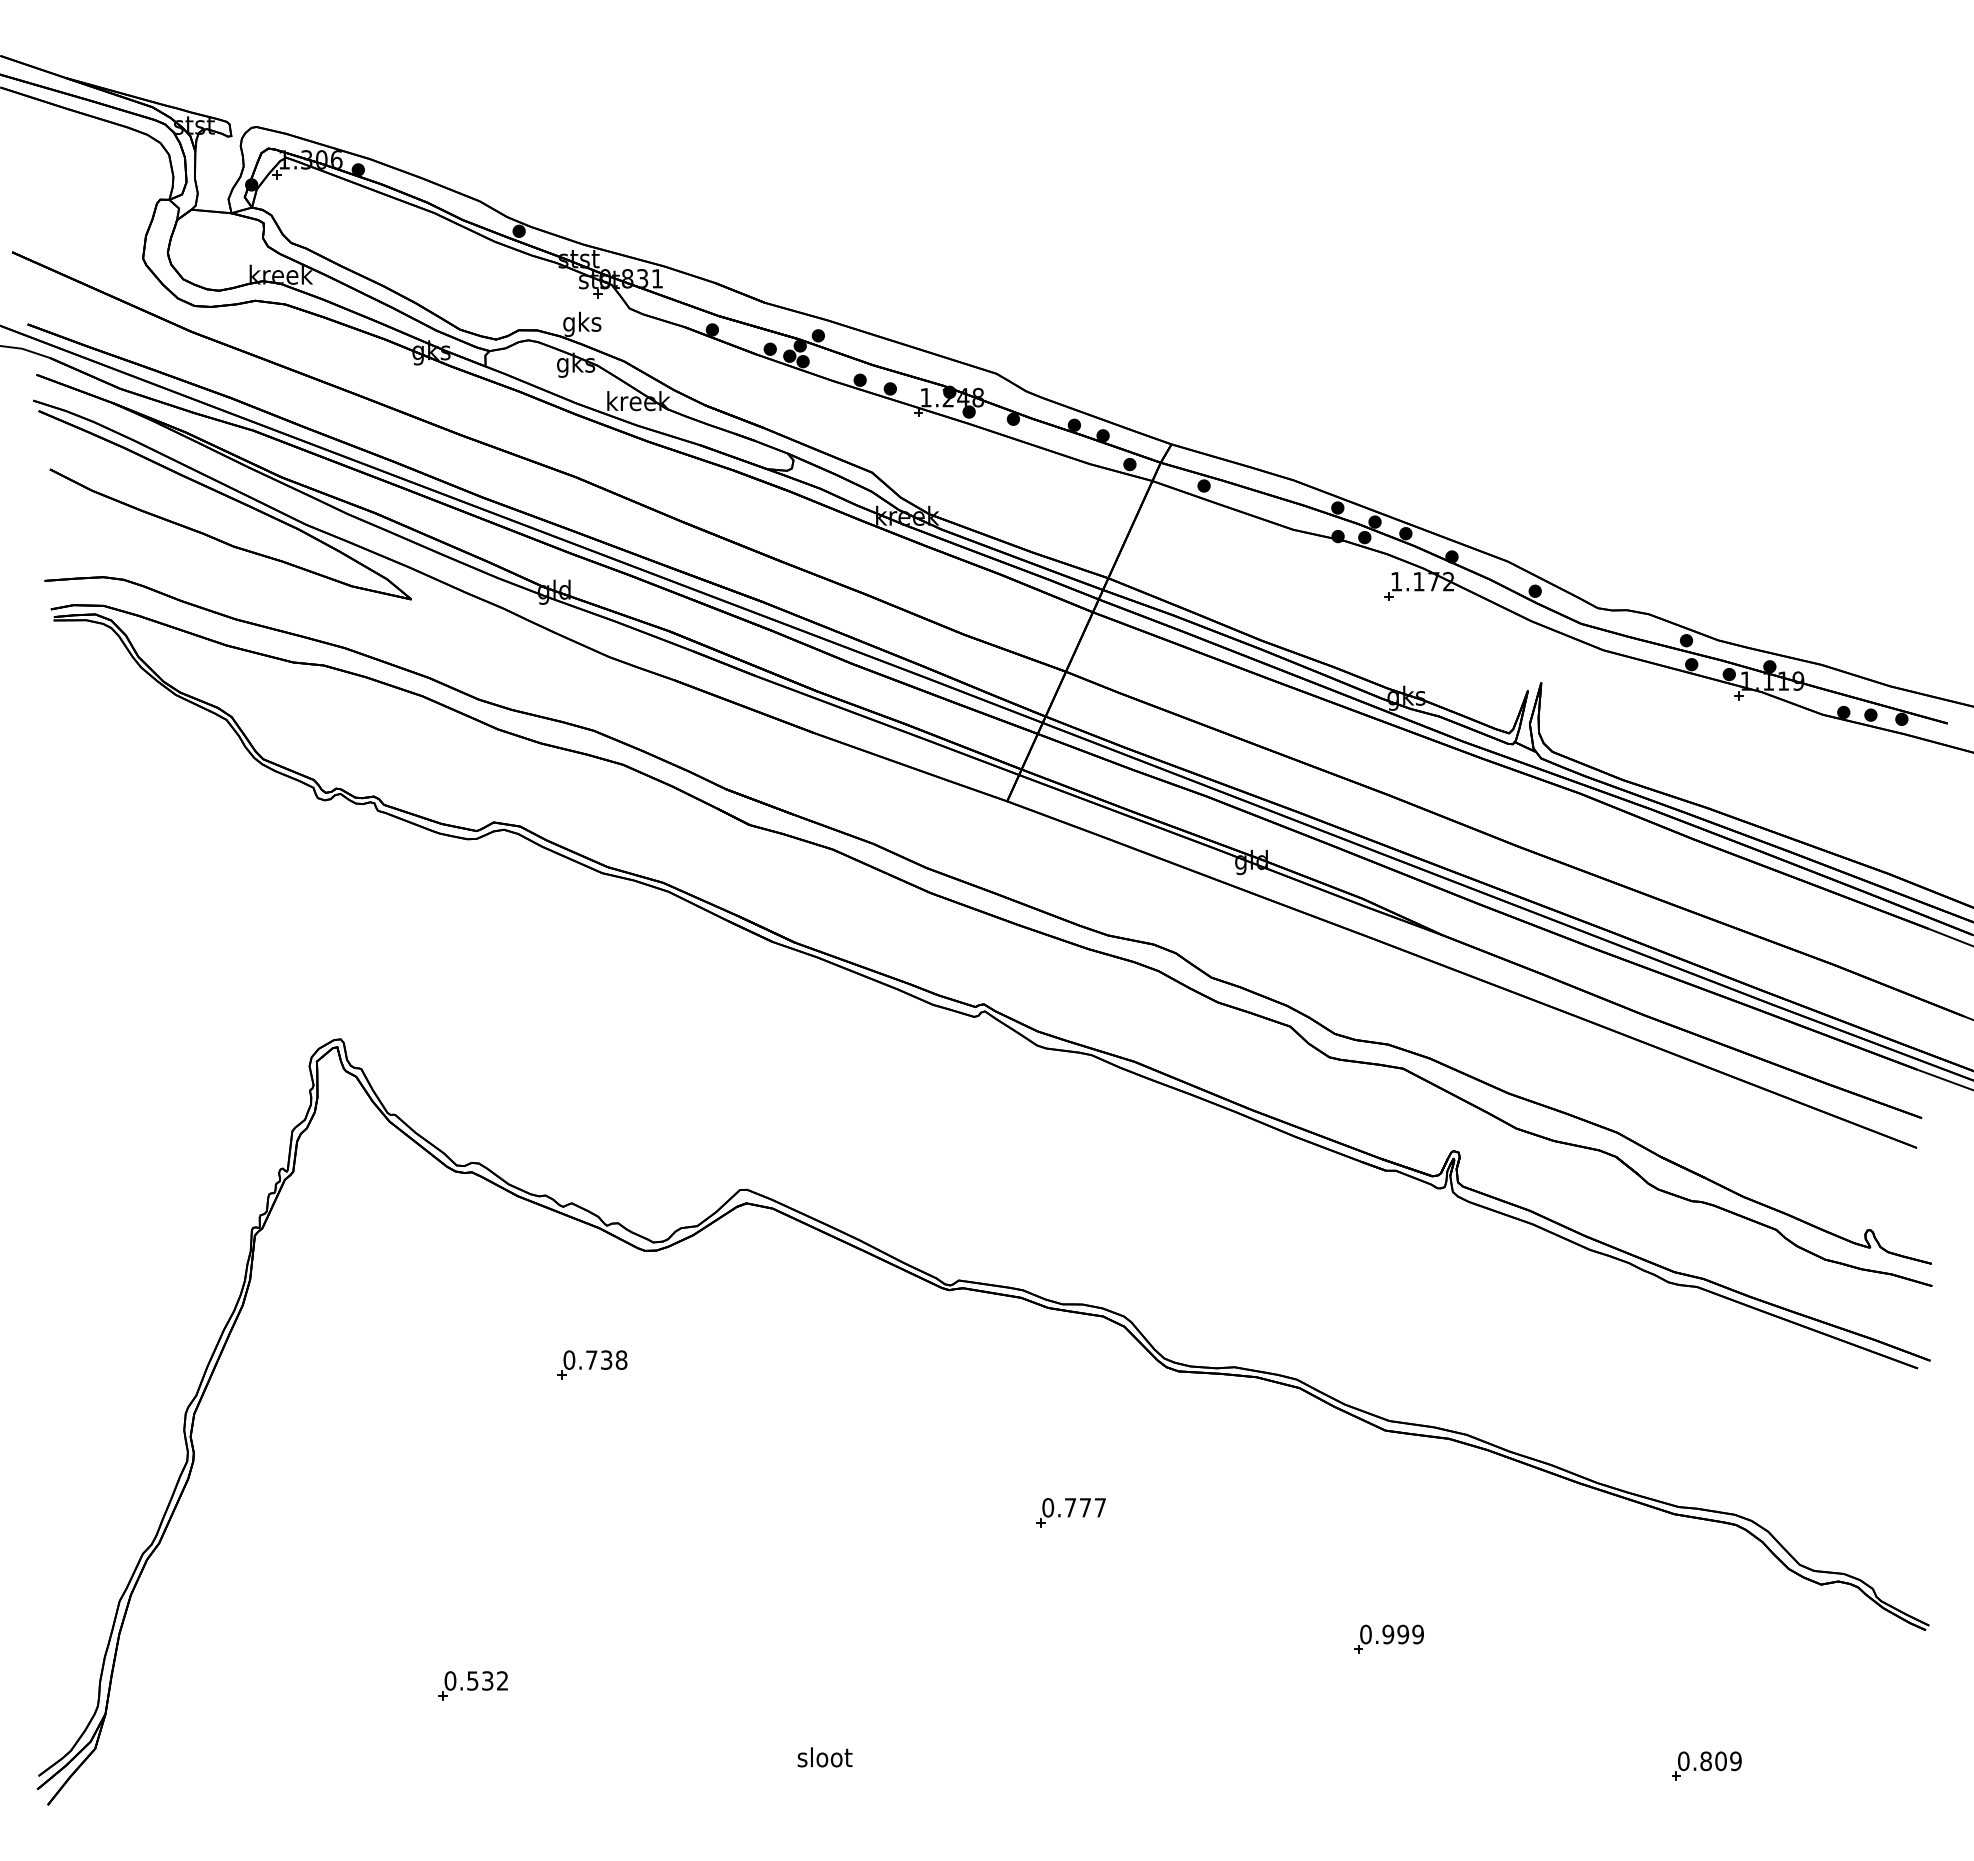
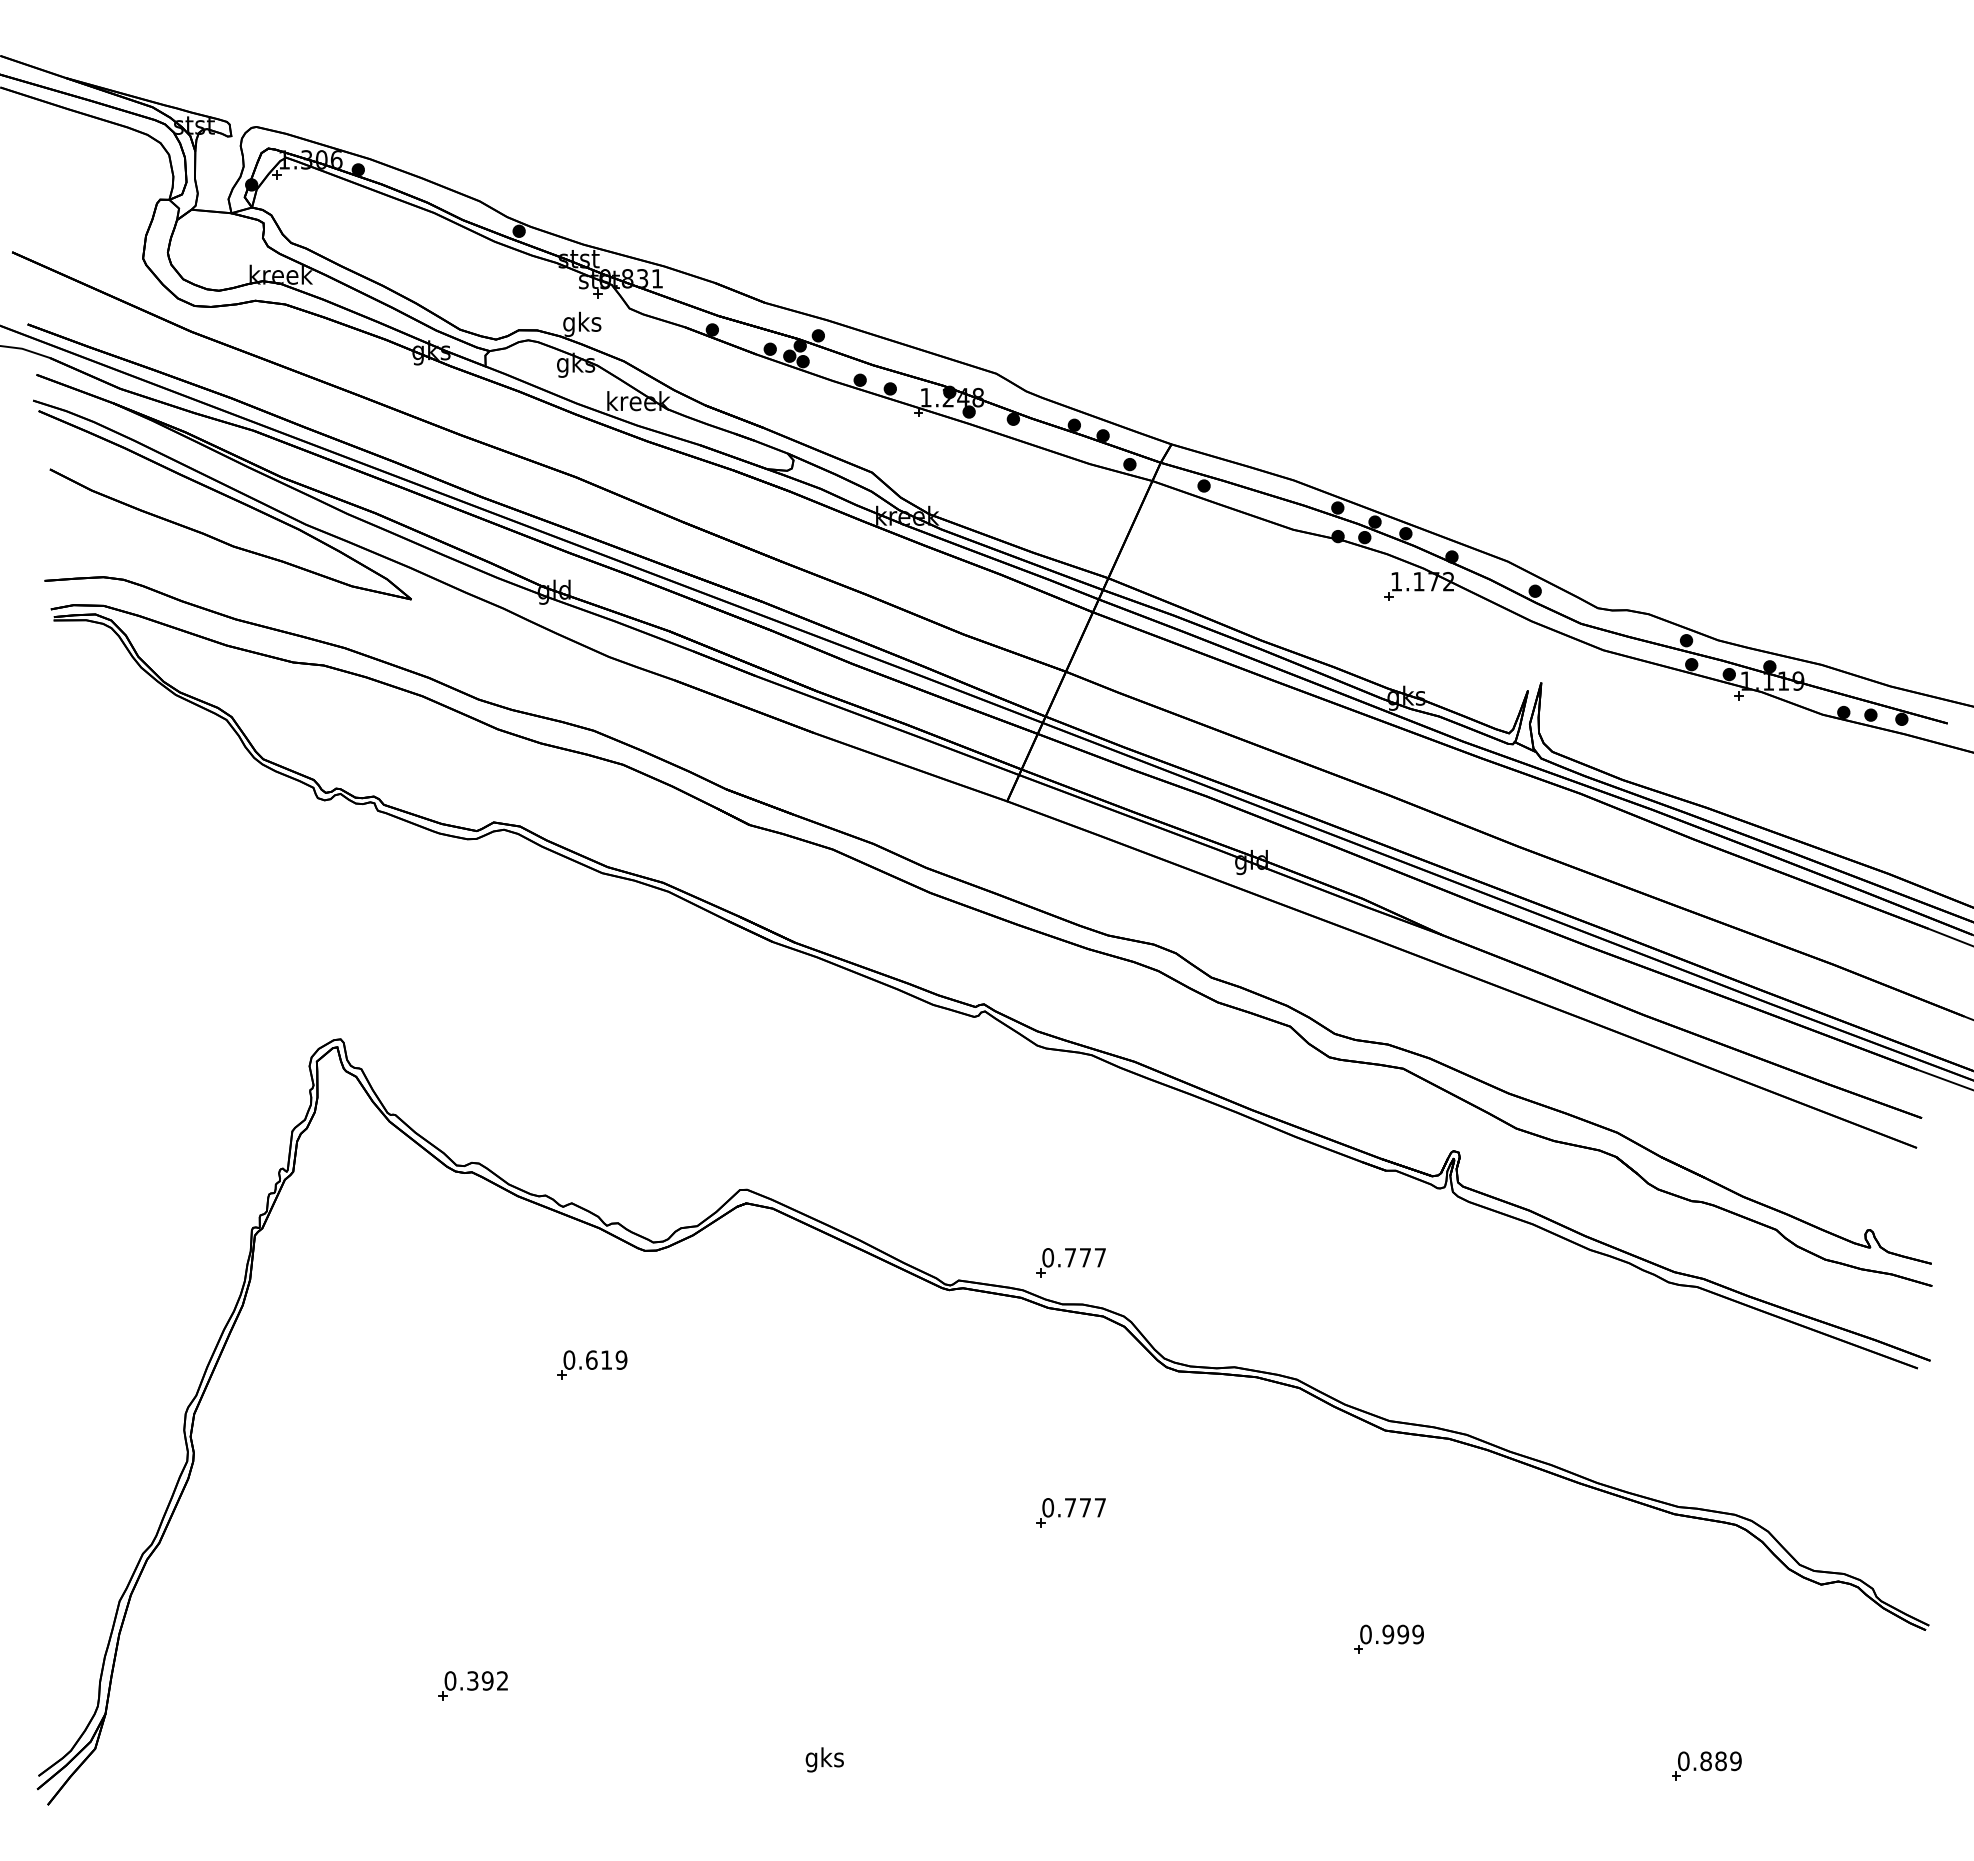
part at (1070, 1262): none -> present
text at (606, 1359): 0.738 -> 0.619
text at (480, 1680): 0.532 -> 0.392
text at (824, 1759): sloot -> gks
text at (1720, 1760): 0.809 -> 0.889
